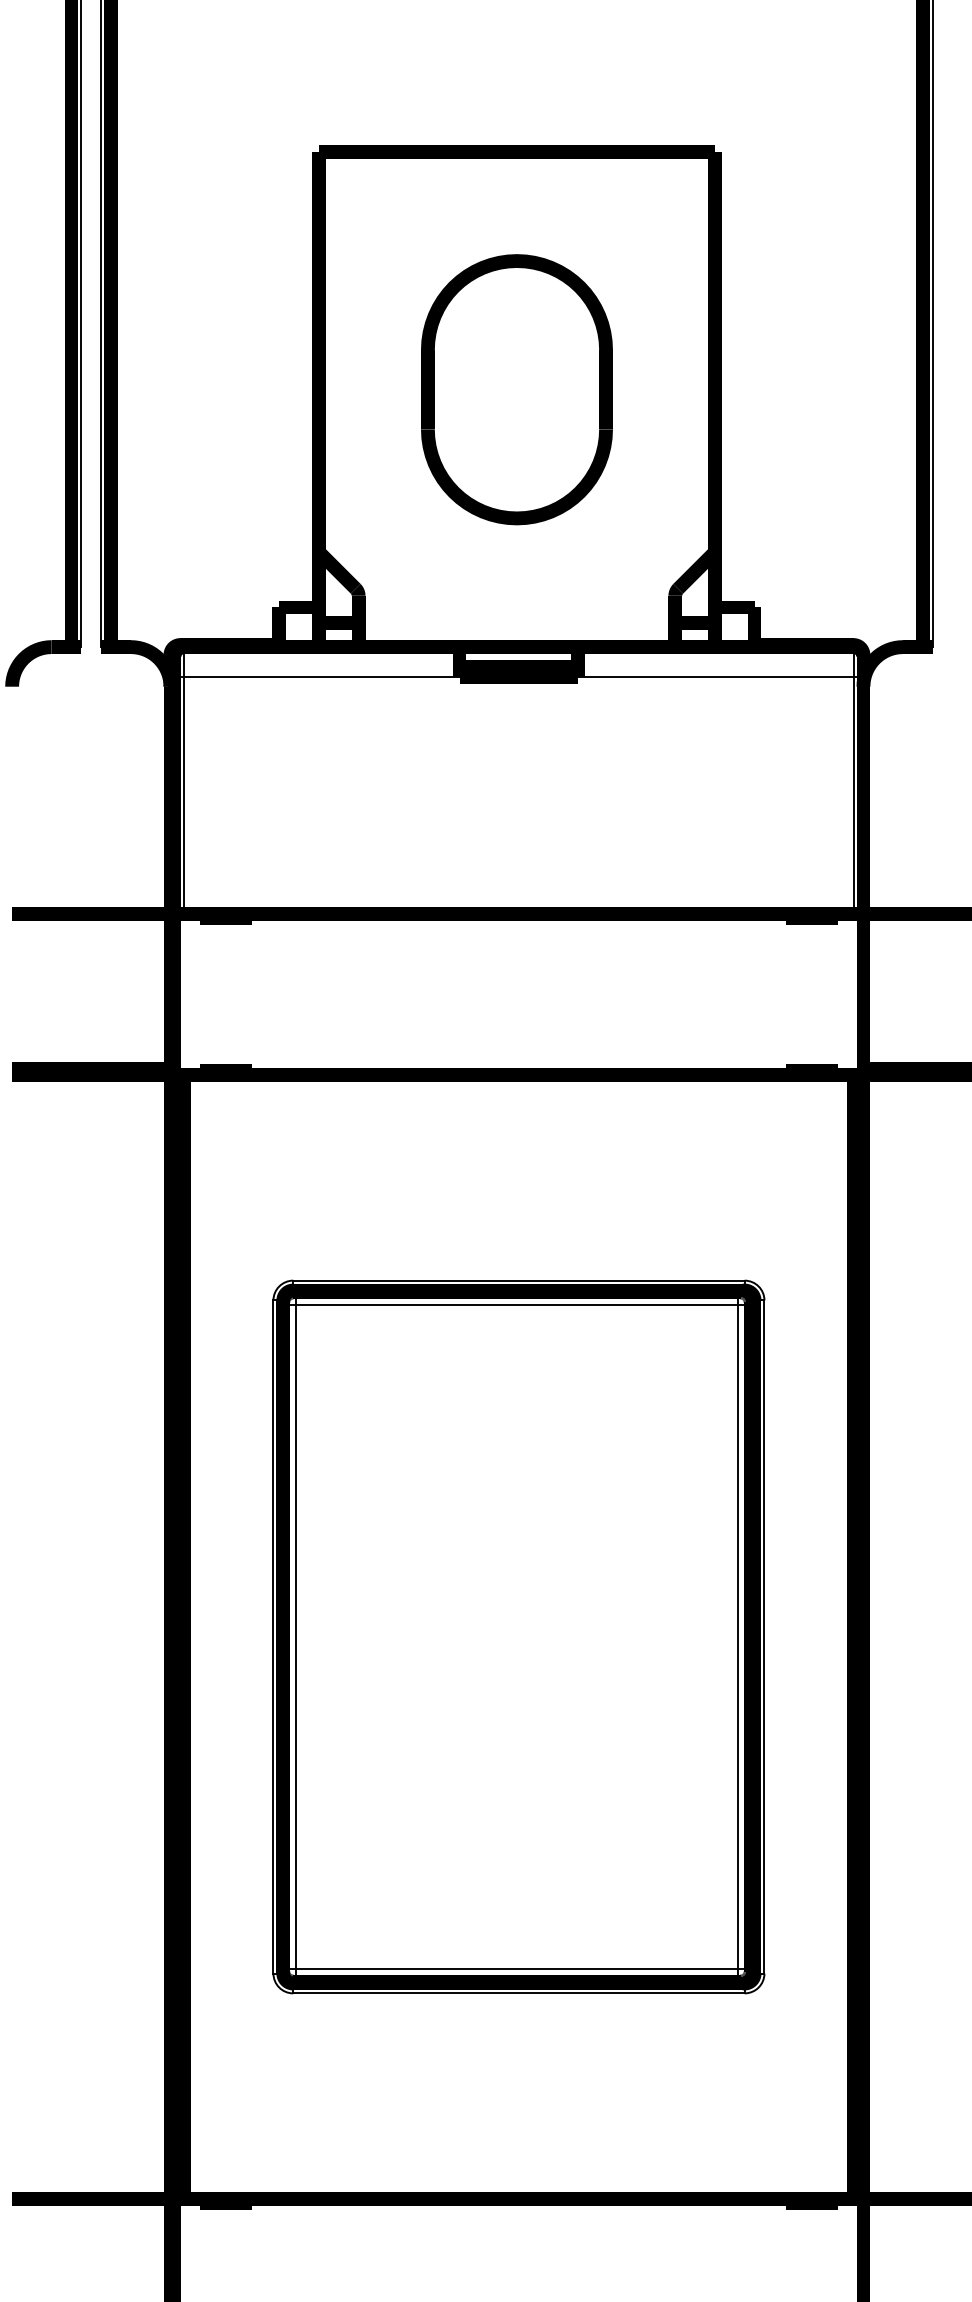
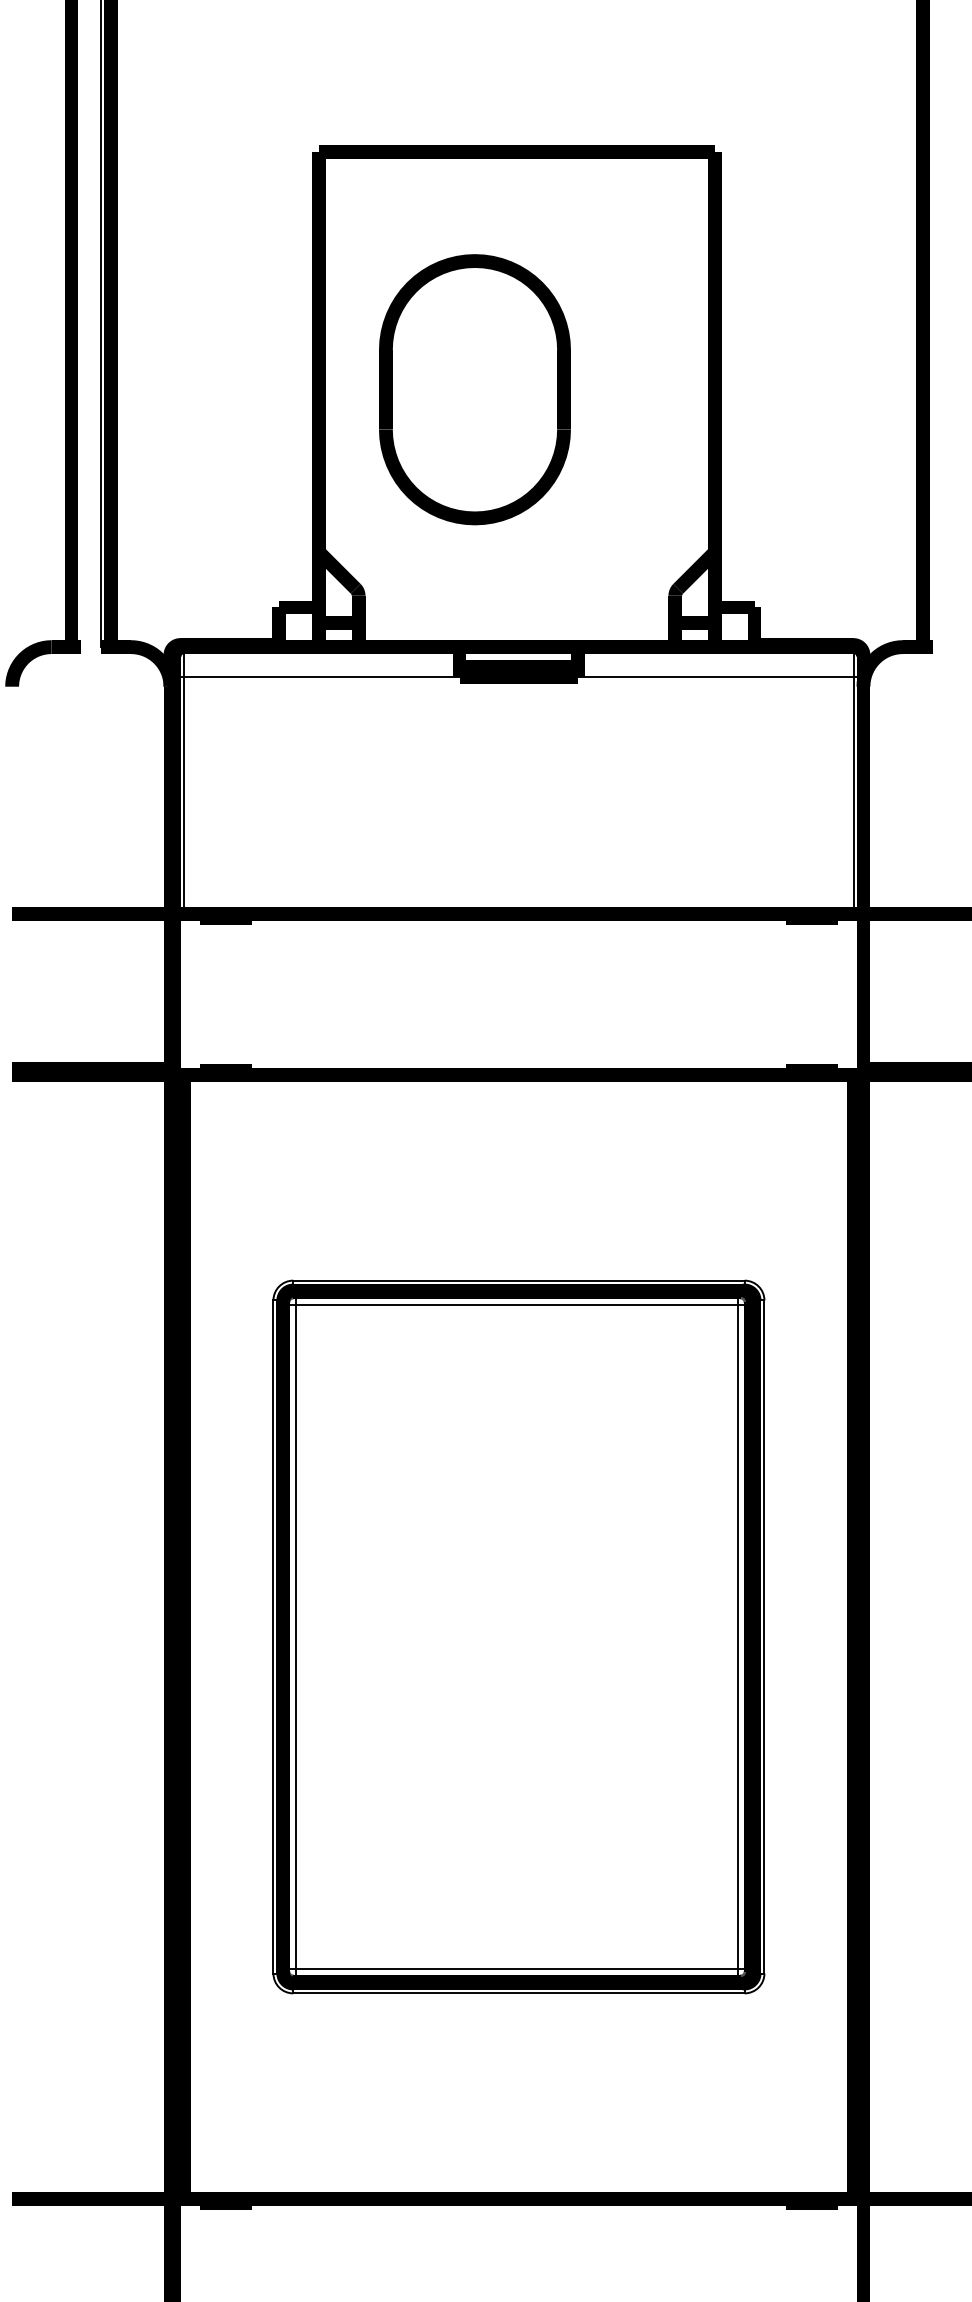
line at (81, 324): present -> none
line at (932, 324): present -> none
part at (516, 389) position: (516, 389) -> (474, 389)
